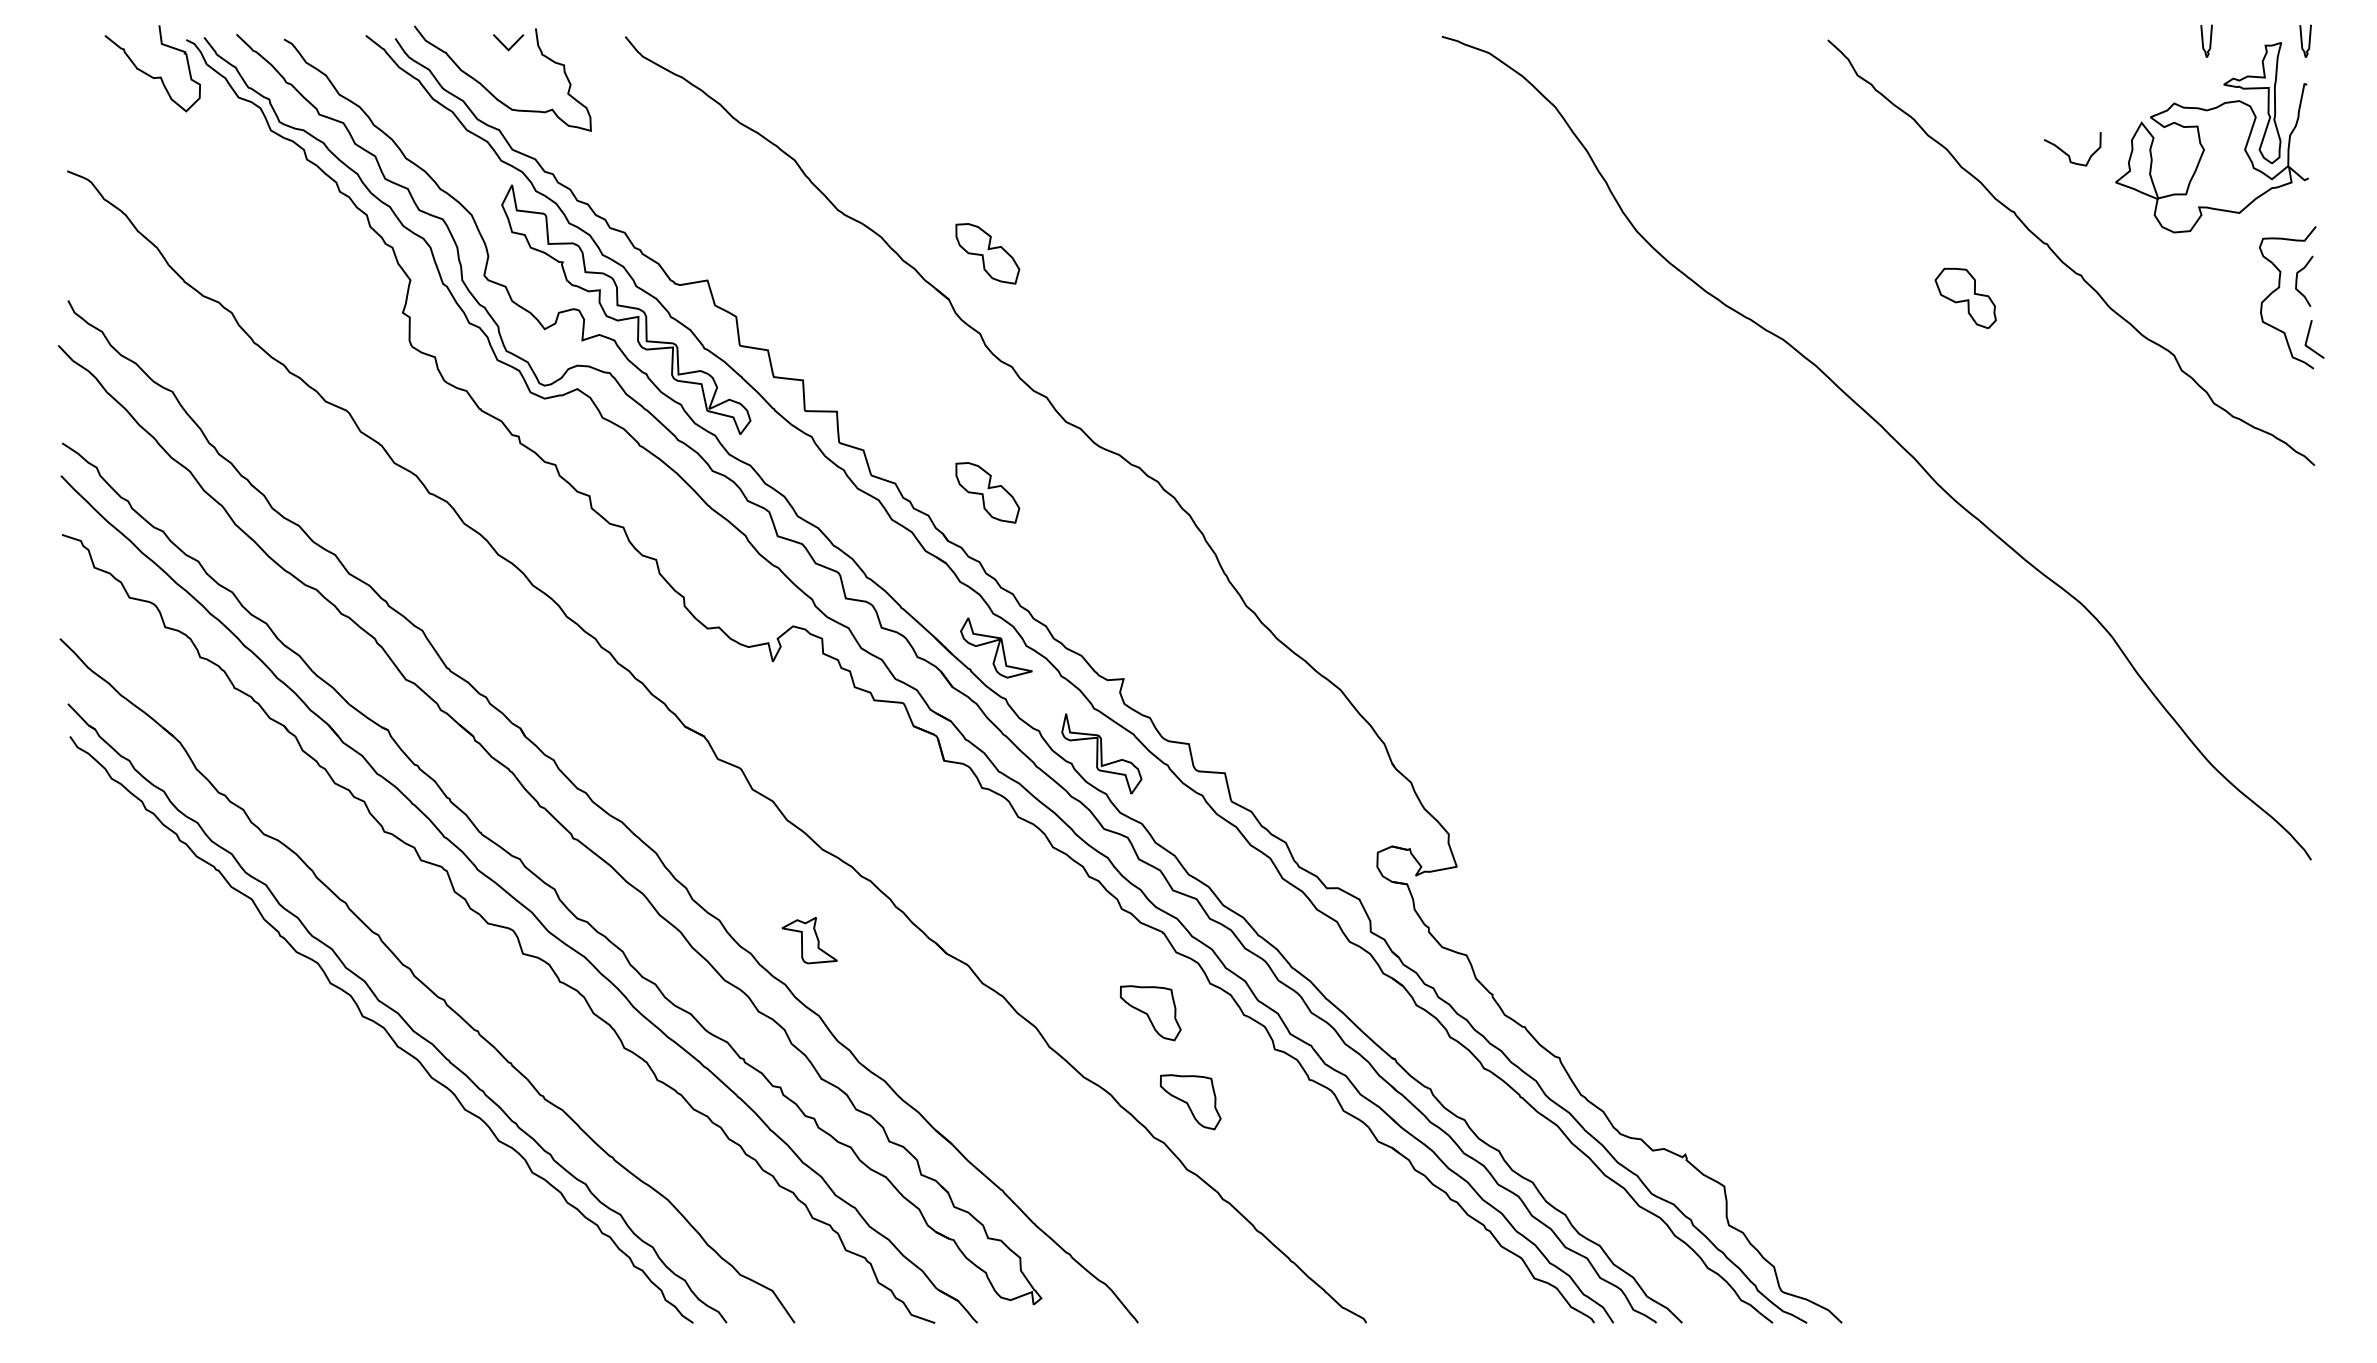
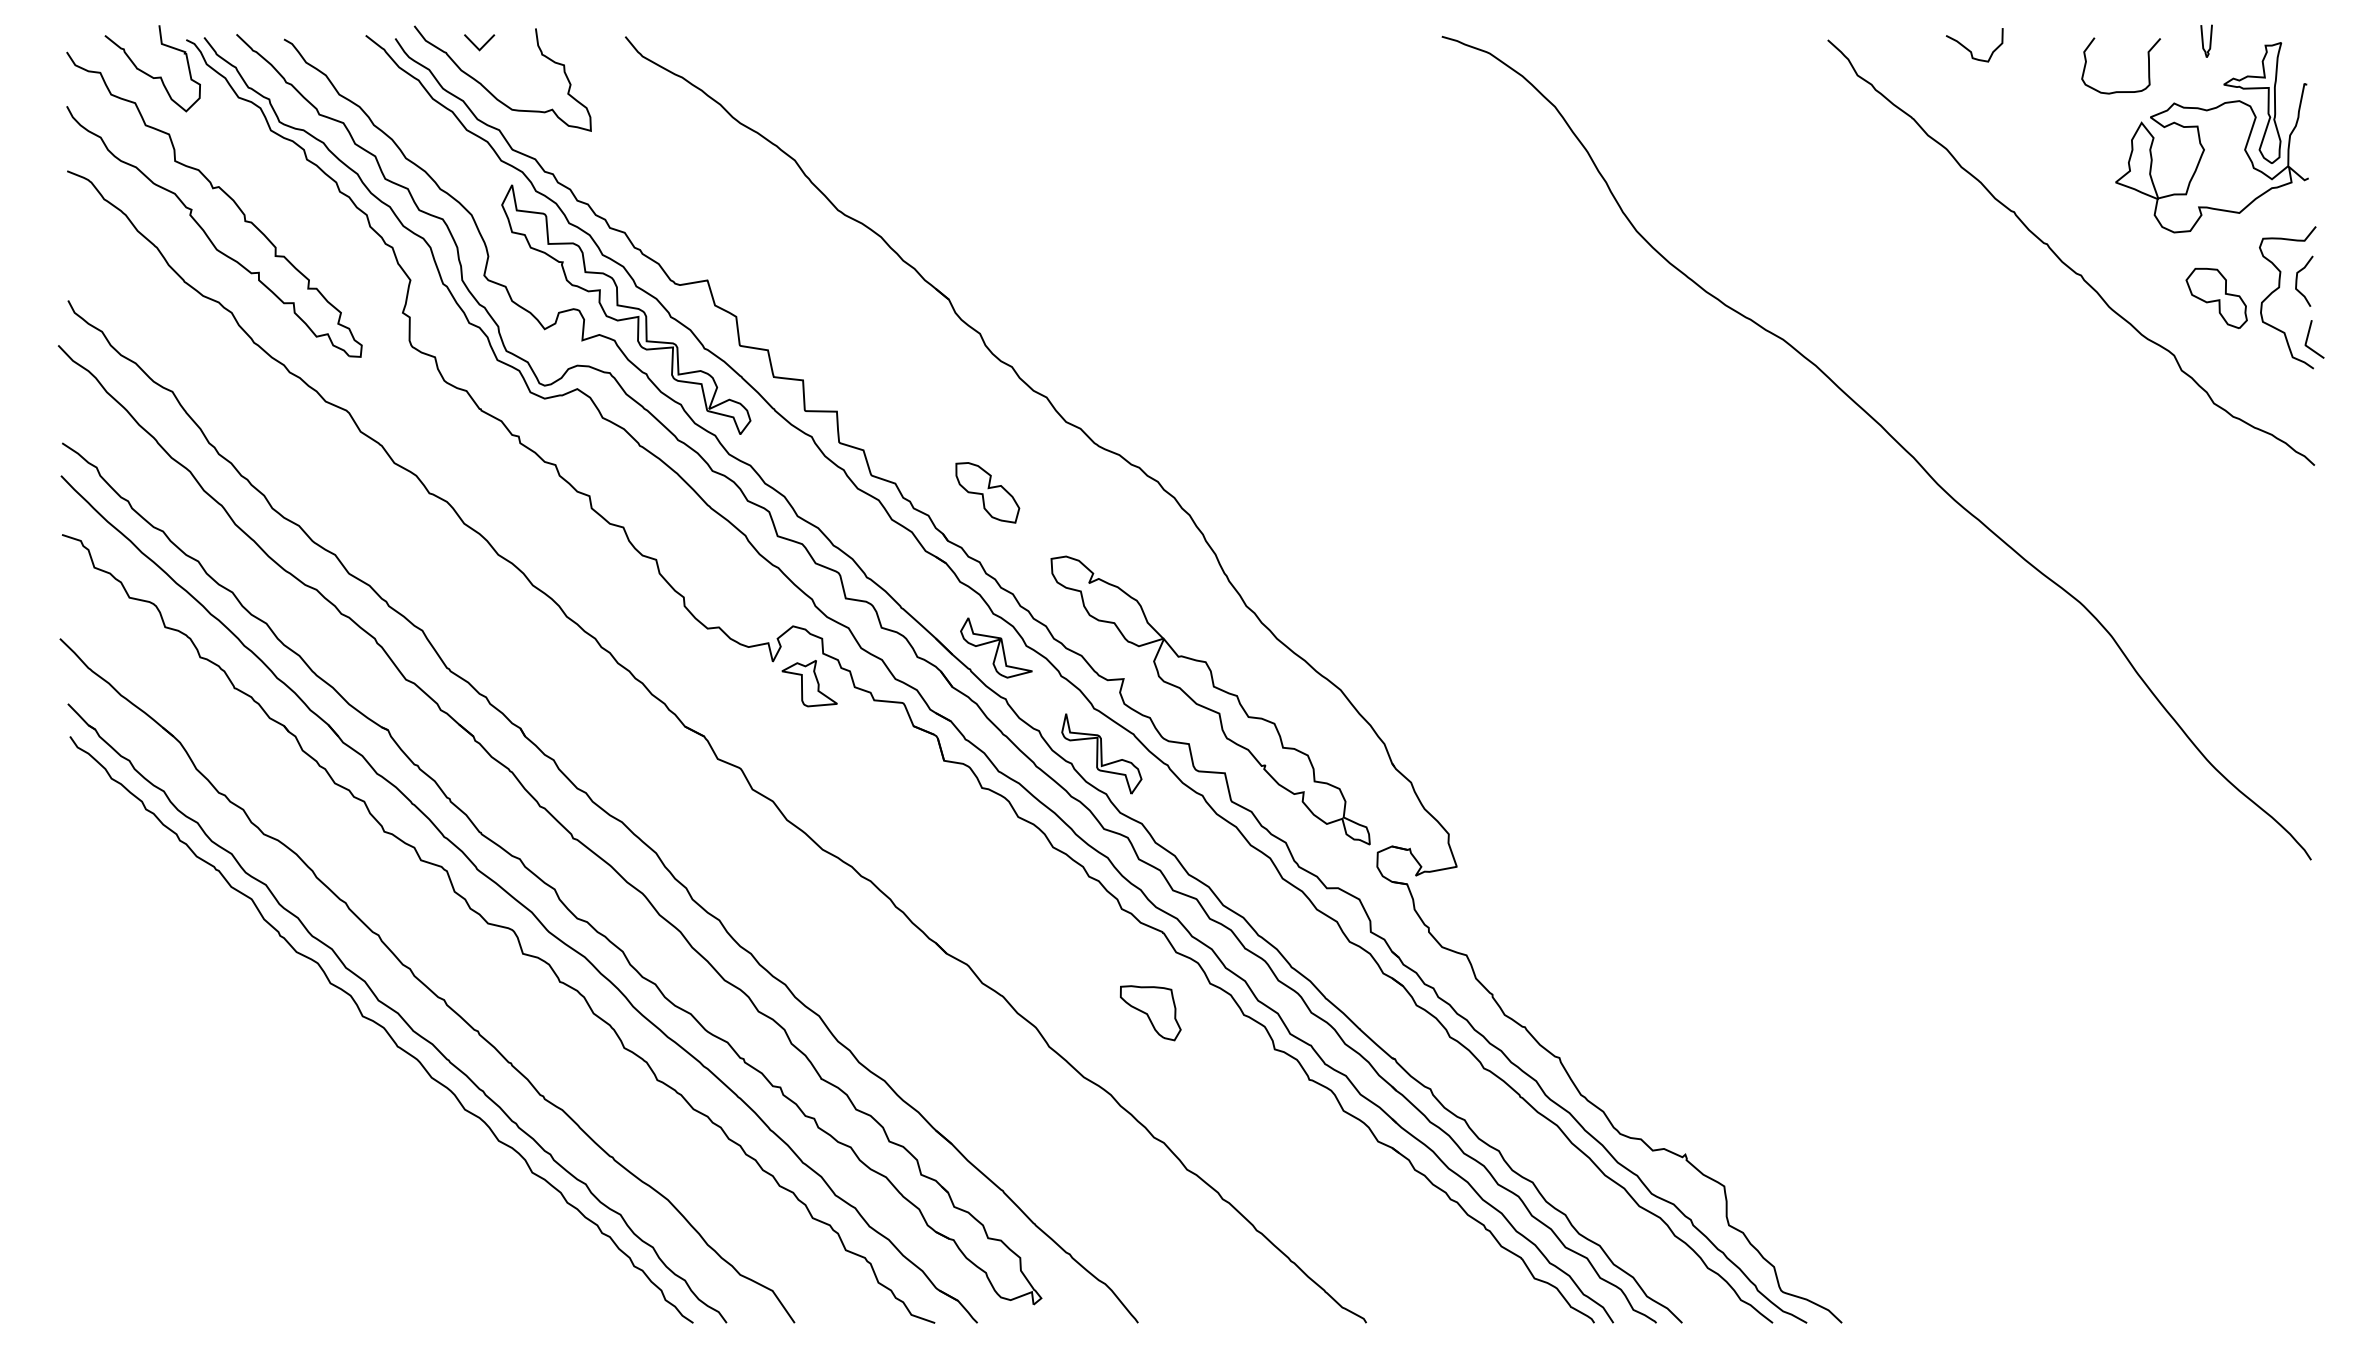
curve at (2302, 40): present -> none
line at (505, 45) position: (505, 45) -> (476, 45)
curve at (2120, 91): none -> present
curve at (2067, 153) position: (2067, 153) -> (1969, 49)
part at (224, 193): none -> present
part at (987, 253): present -> none
part at (1965, 298) position: (1965, 298) -> (2216, 298)
part at (1210, 700): none -> present
part at (809, 940) position: (809, 940) -> (809, 683)
part at (1190, 1102): present -> none
